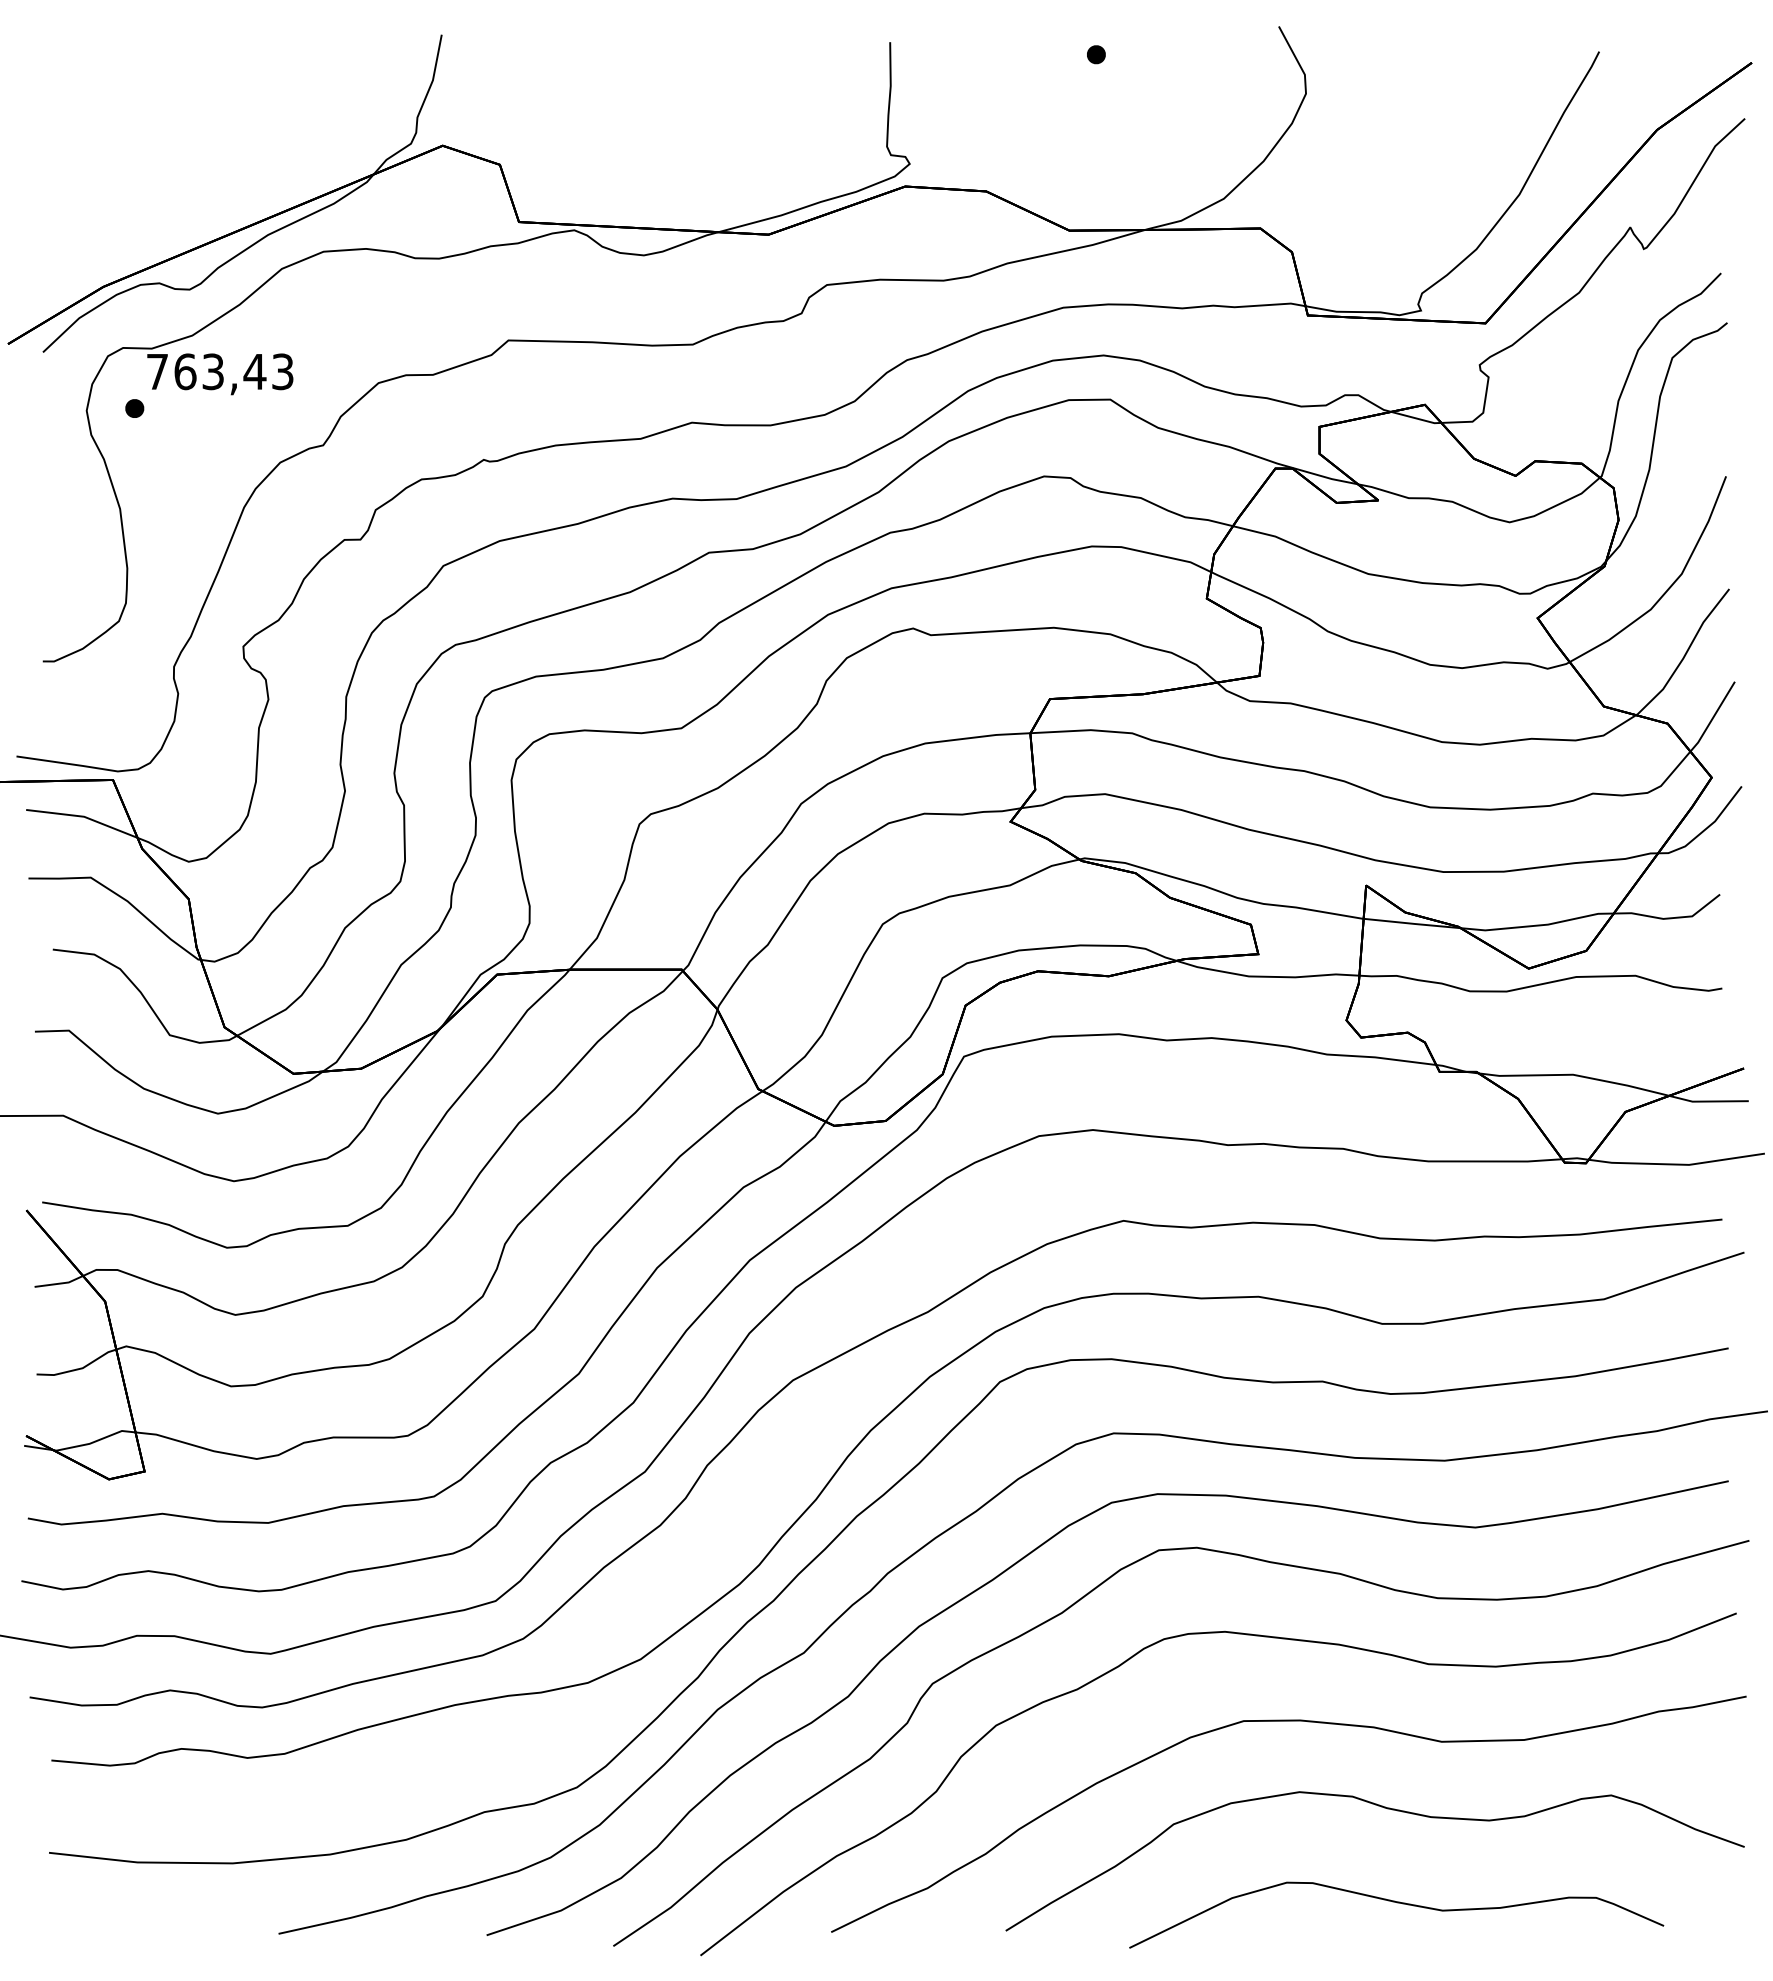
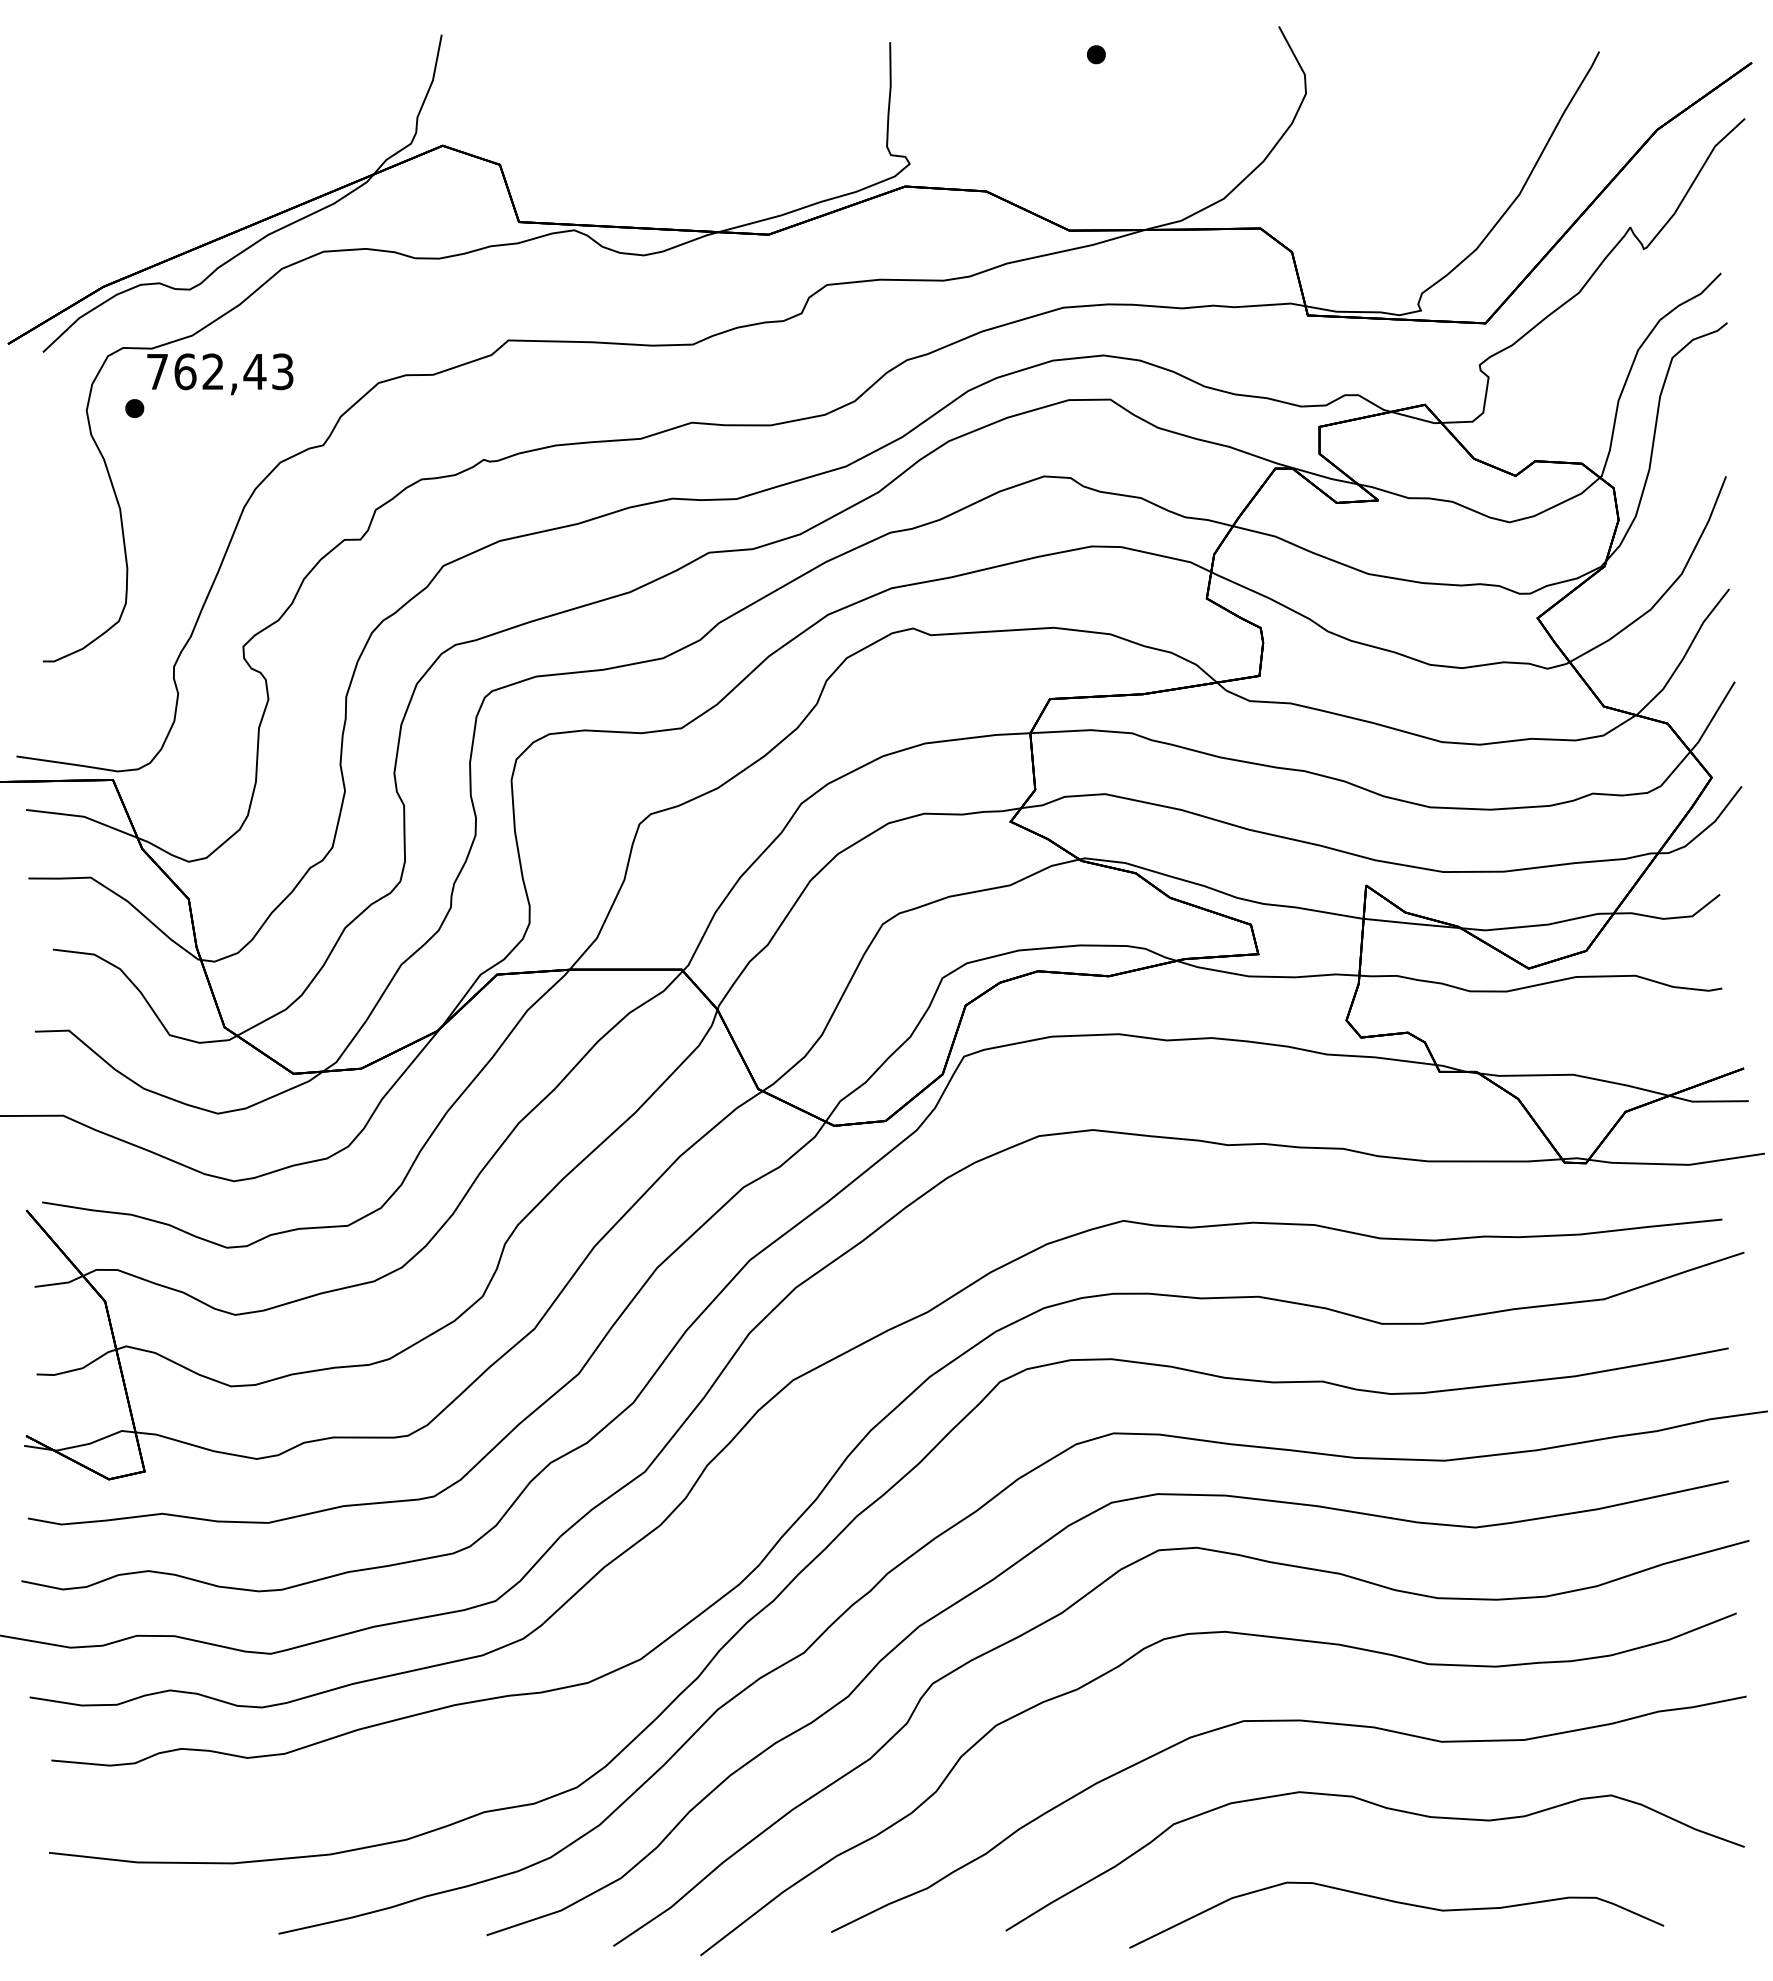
text at (212, 371): 763,43 -> 762,43
